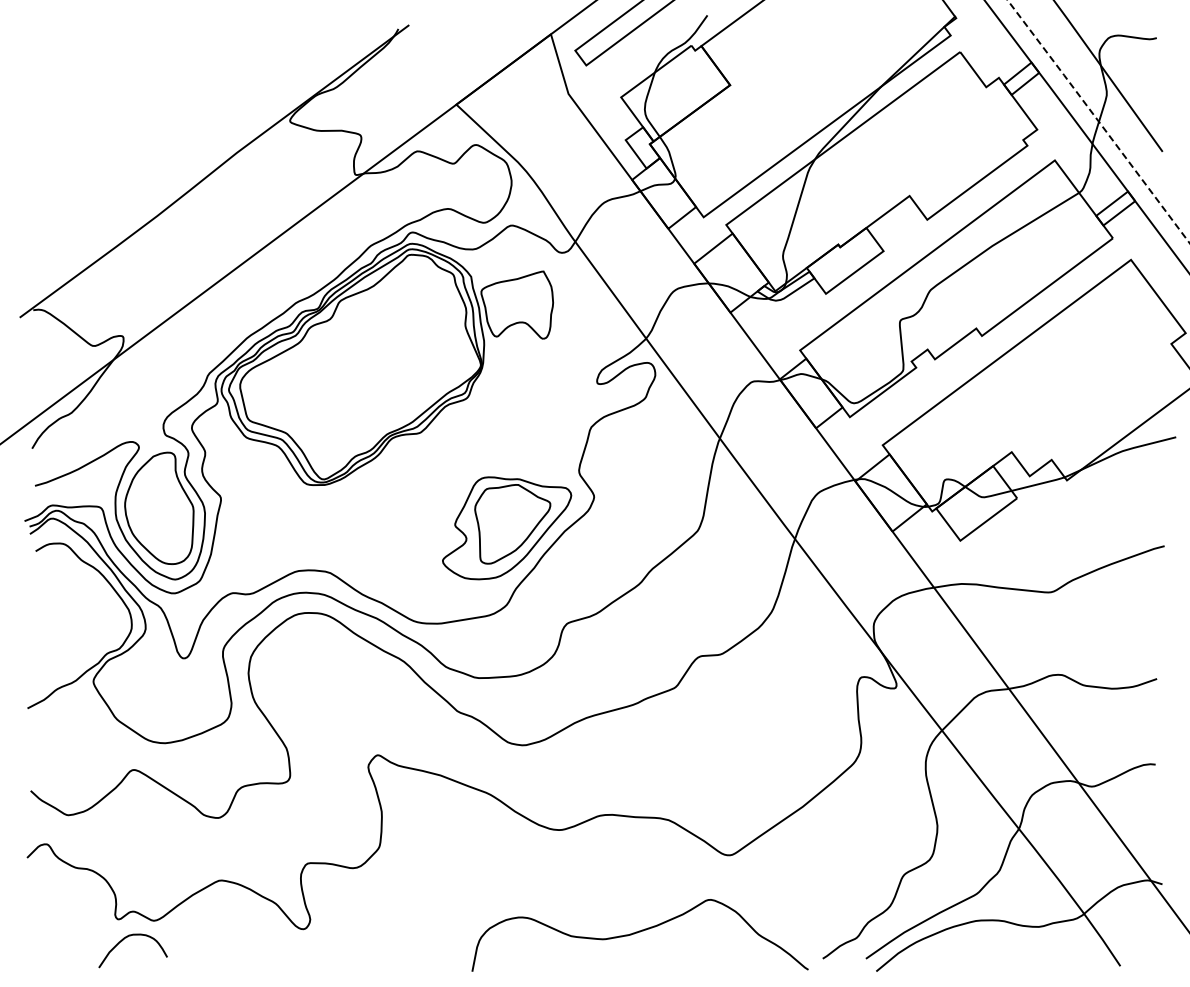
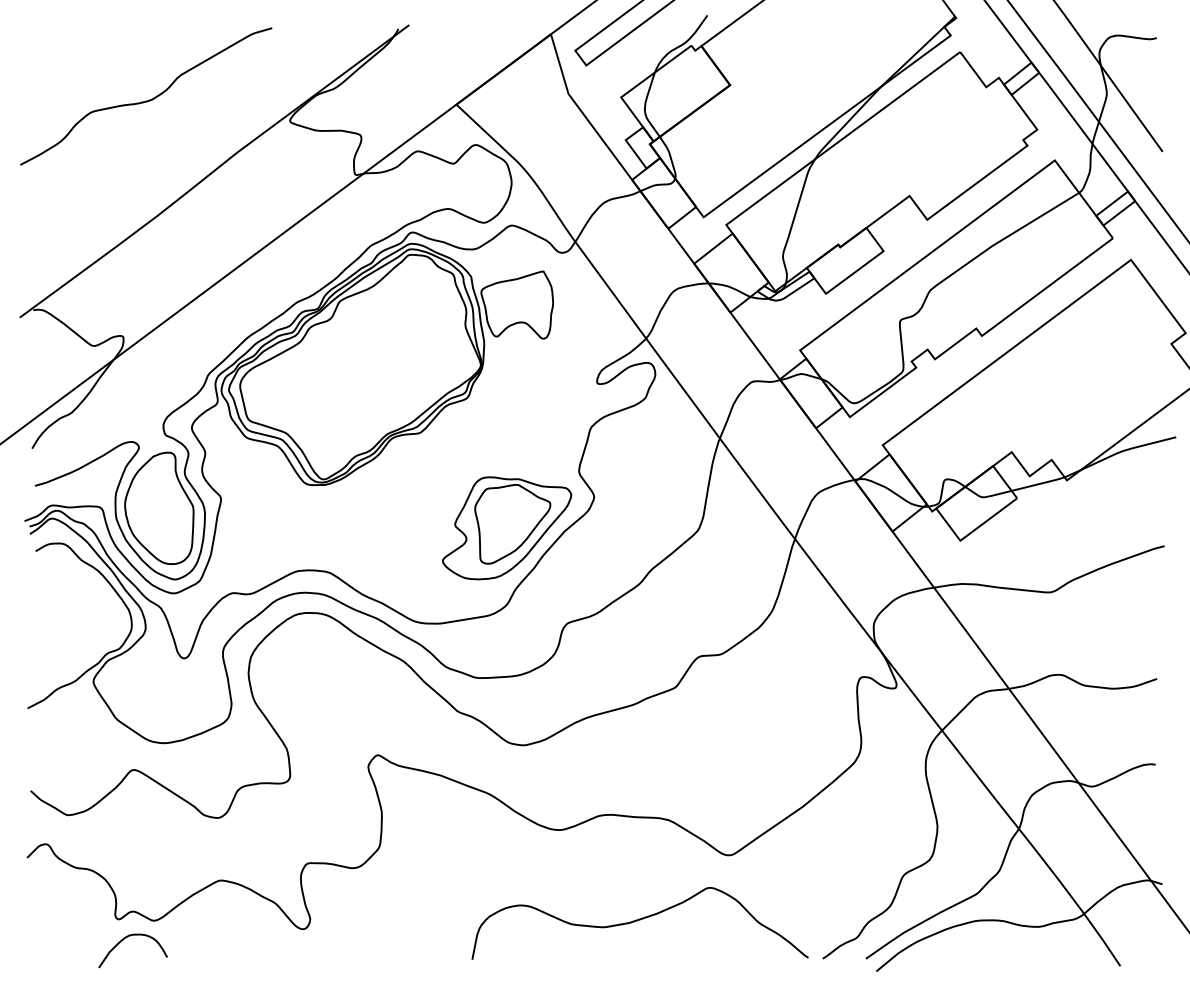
curve at (146, 100): none -> present
line at (1098, 121): dashed -> solid
curve at (637, 933) position: (637, 933) -> (637, 921)
